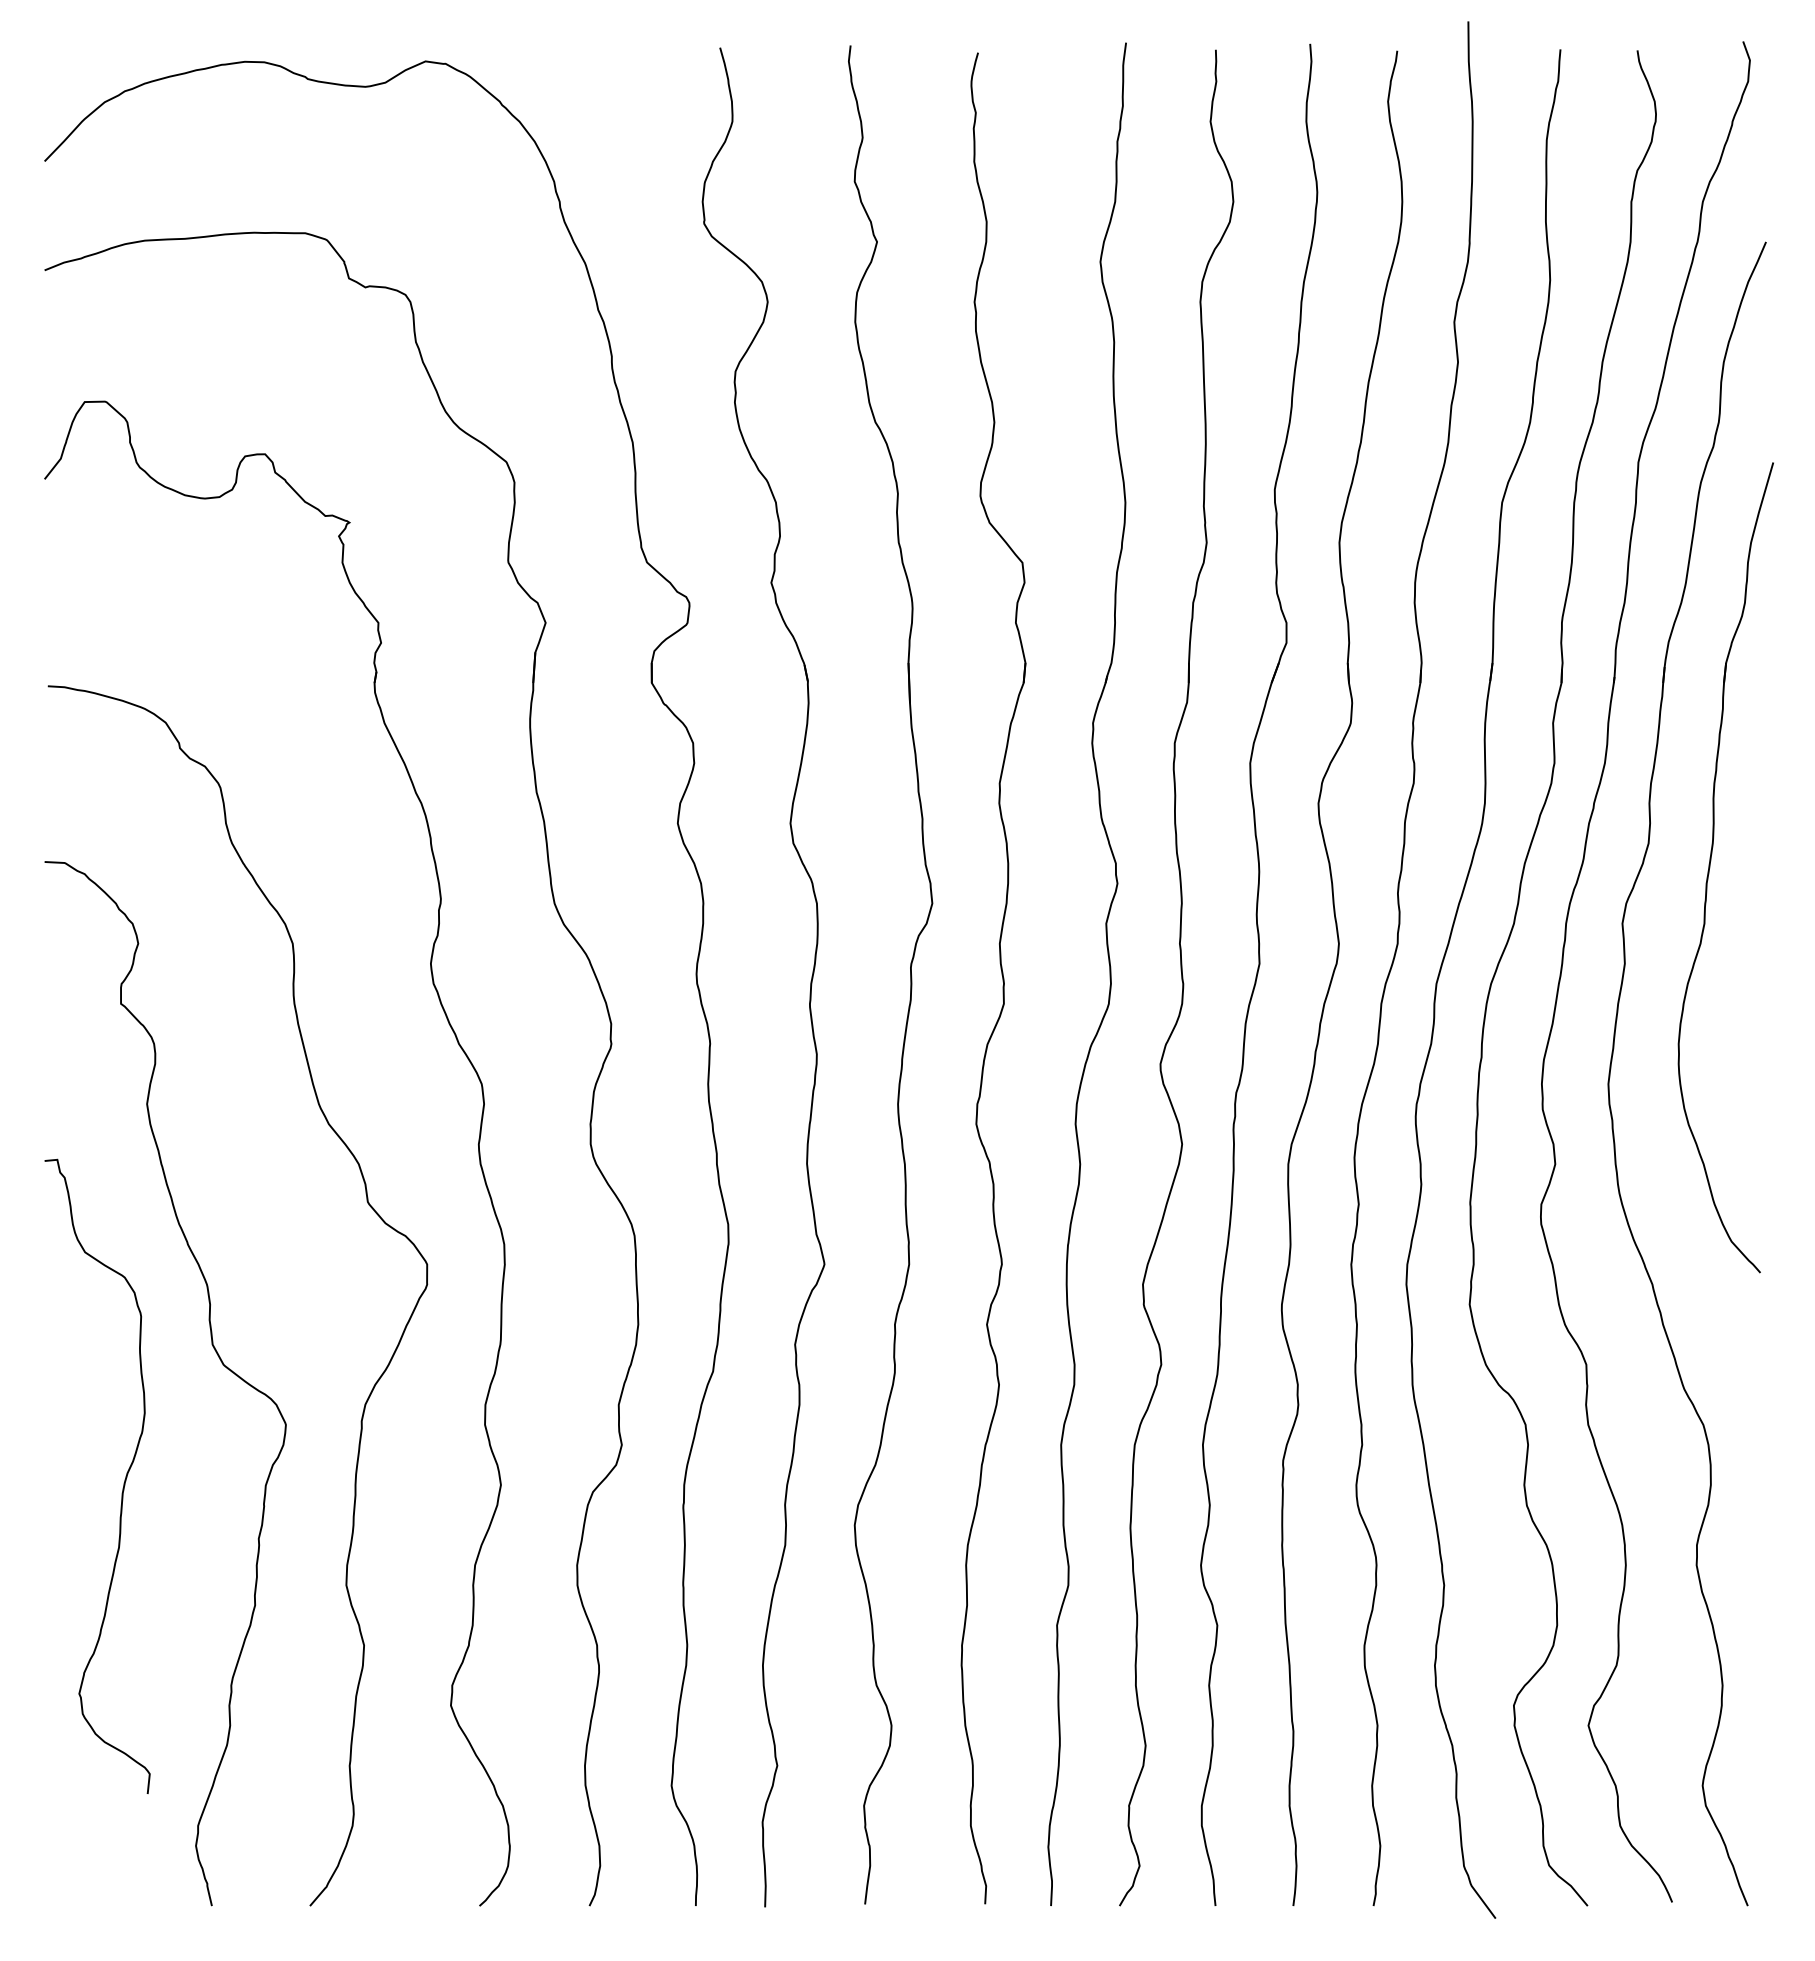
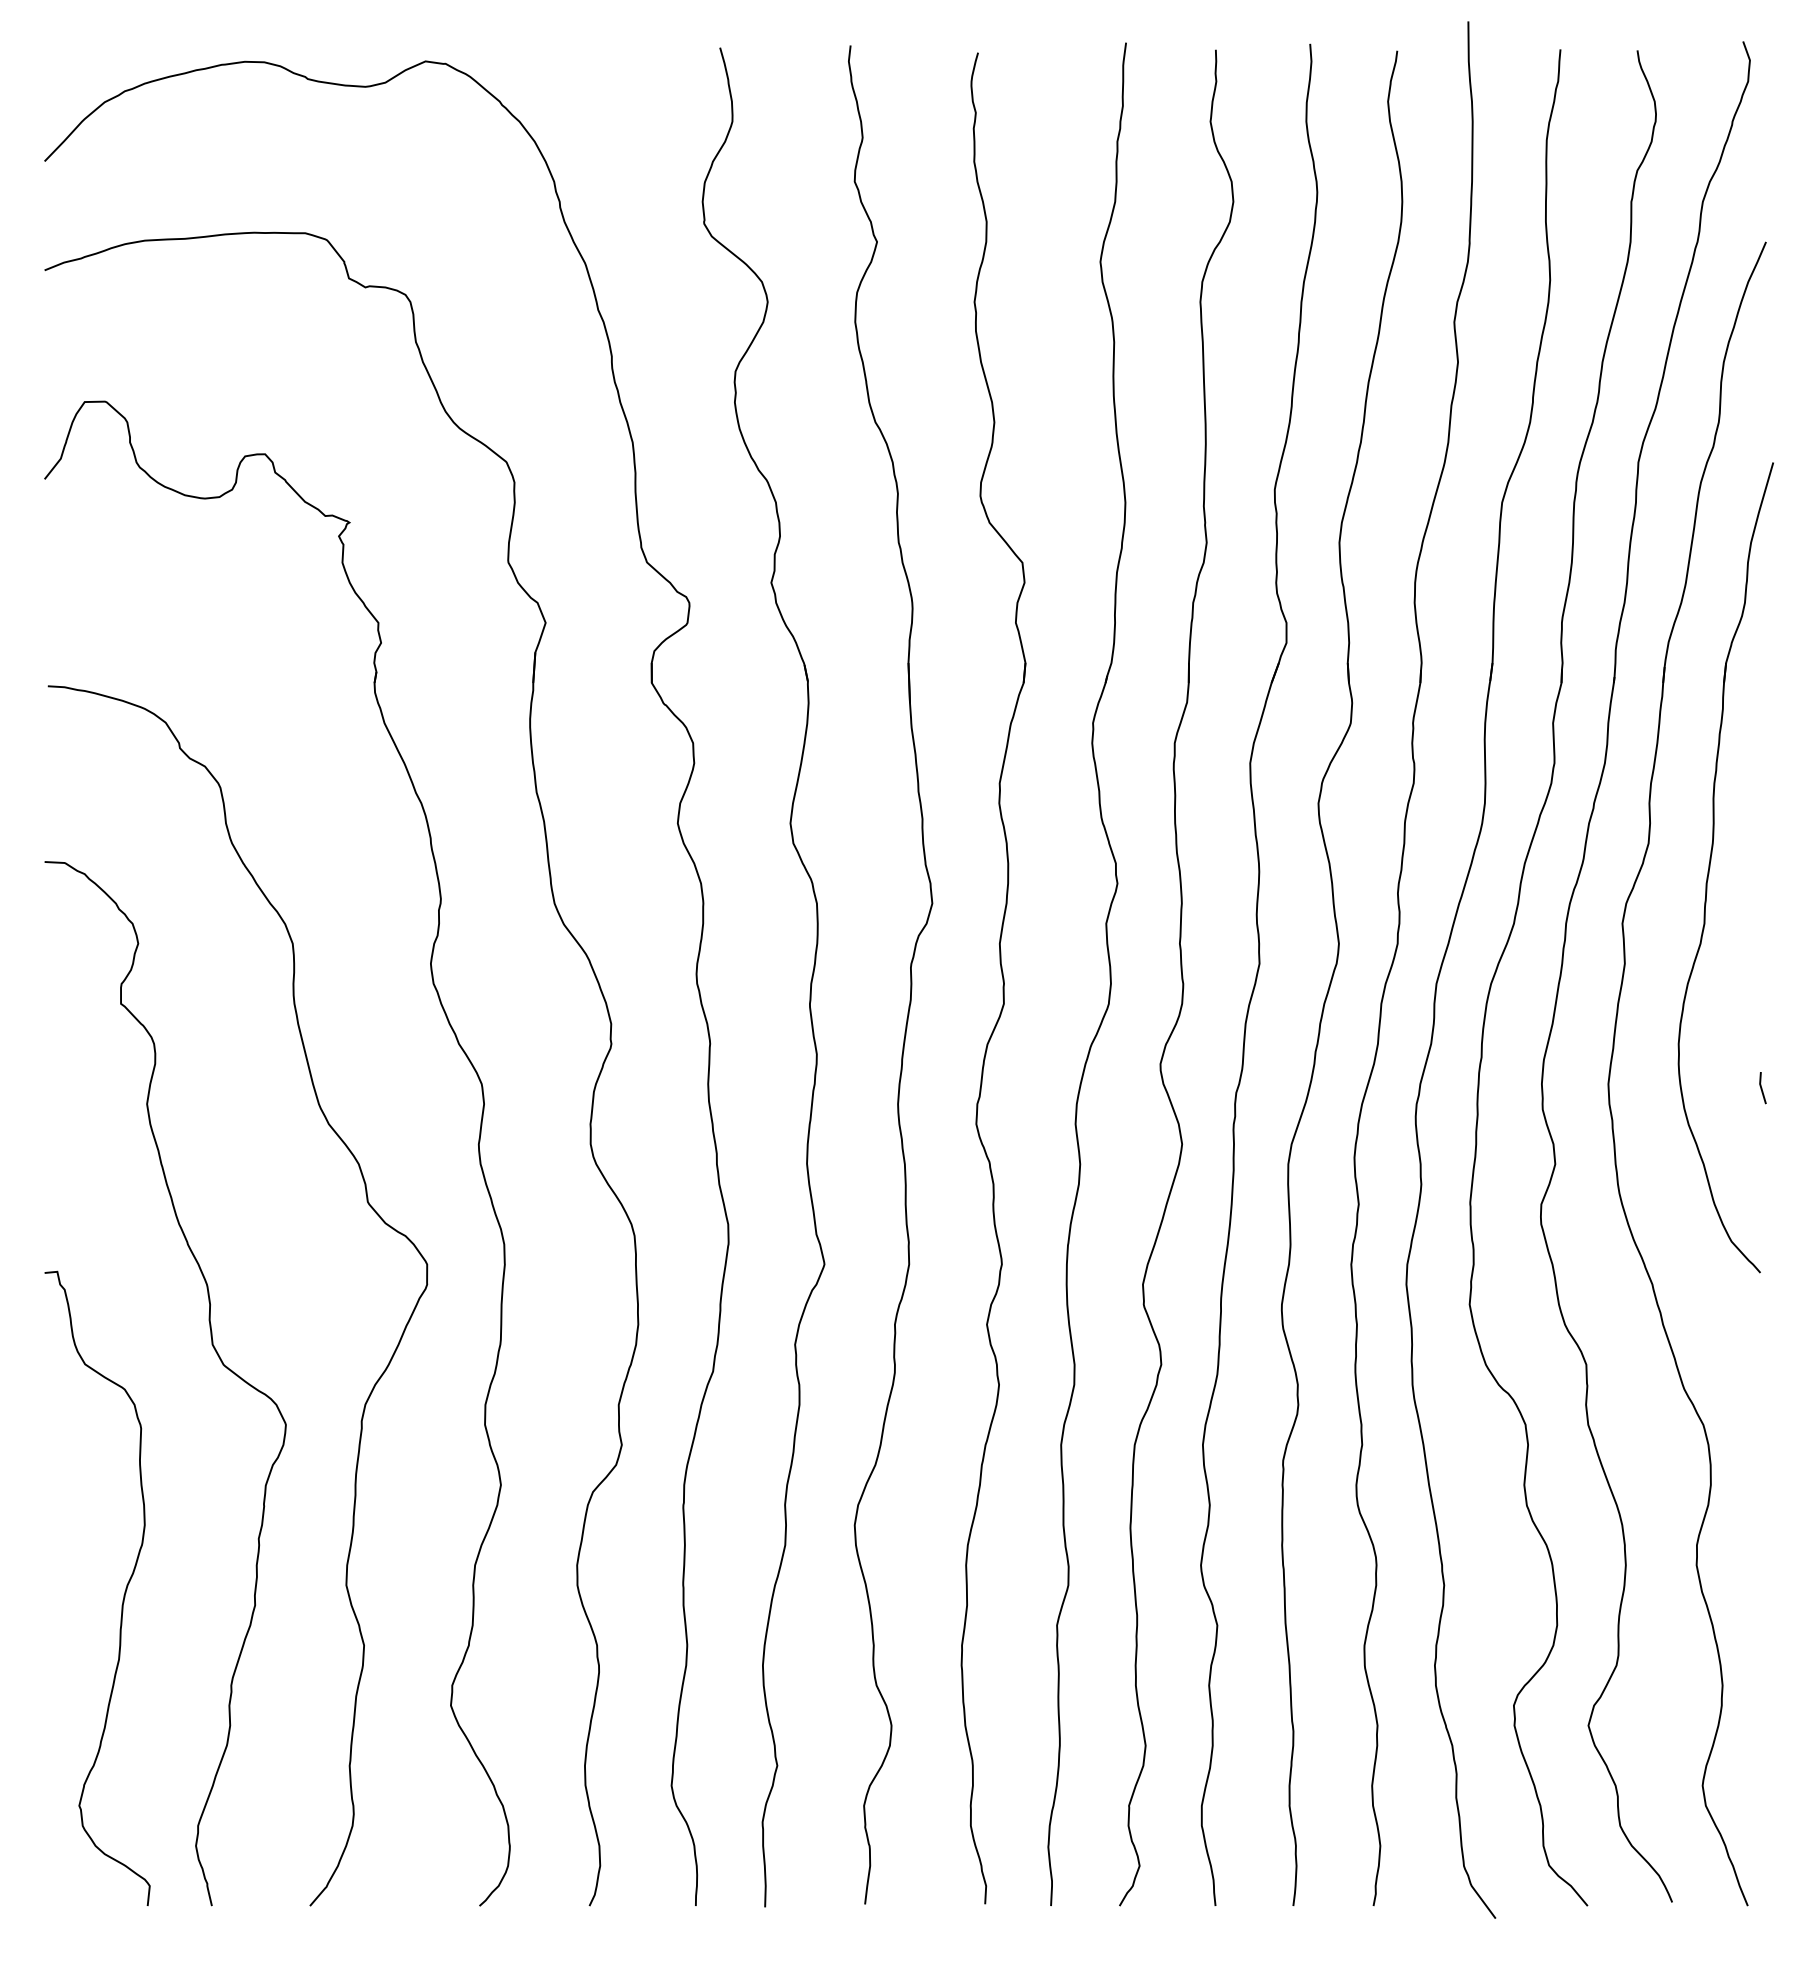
line at (1762, 1088): none -> present
curve at (123, 1483) position: (123, 1483) -> (123, 1595)
